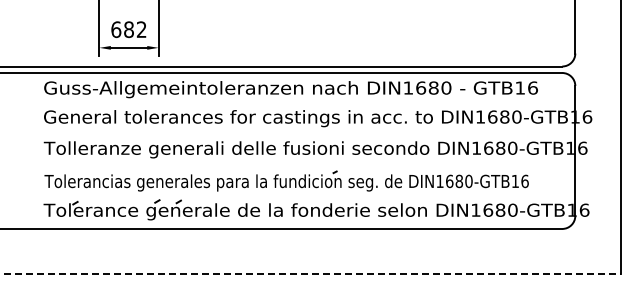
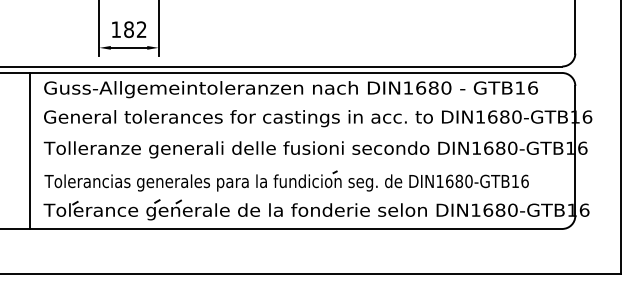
text at (116, 29): 682 -> 182
line at (29, 150): none -> present
line at (310, 274): dashed -> solid
